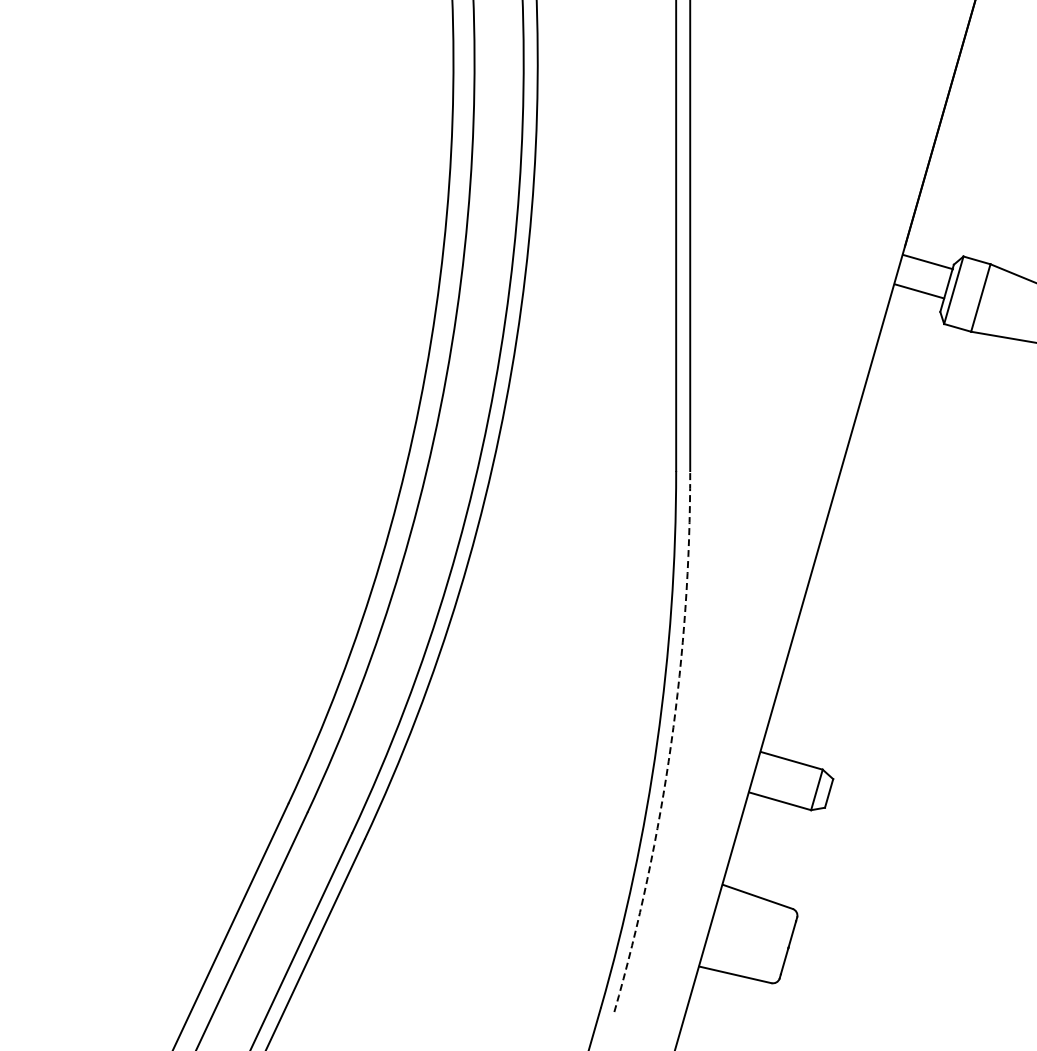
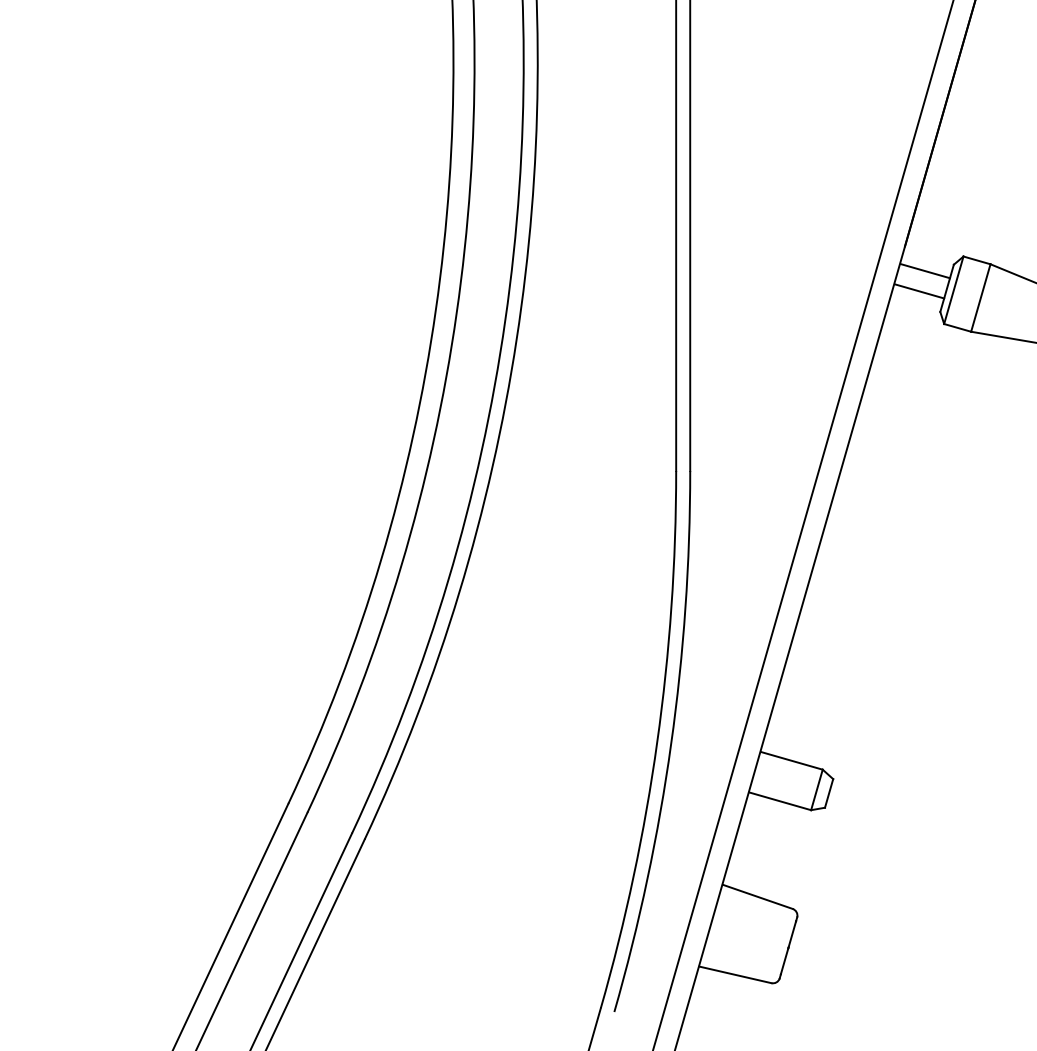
line at (927, 262) position: (927, 262) -> (924, 271)
line at (803, 524): none -> present
arc at (671, 744): dashed -> solid
